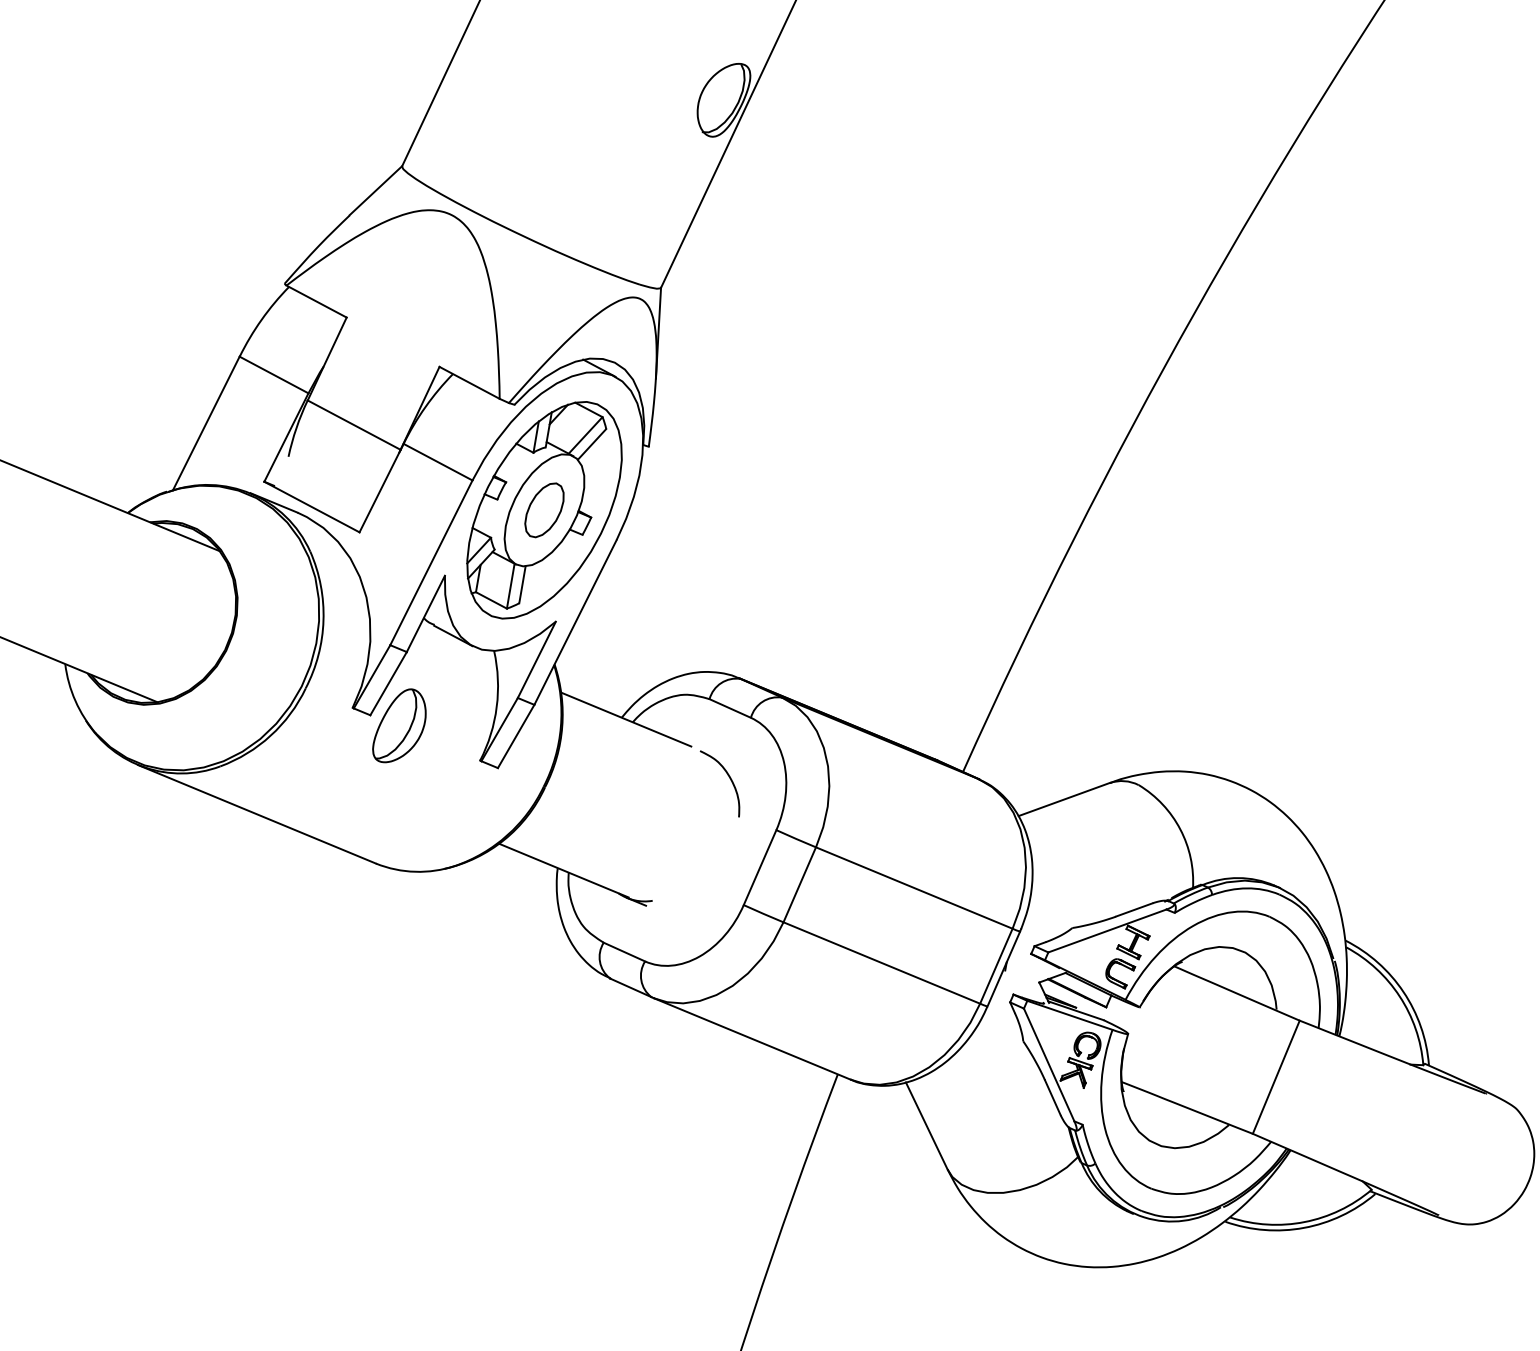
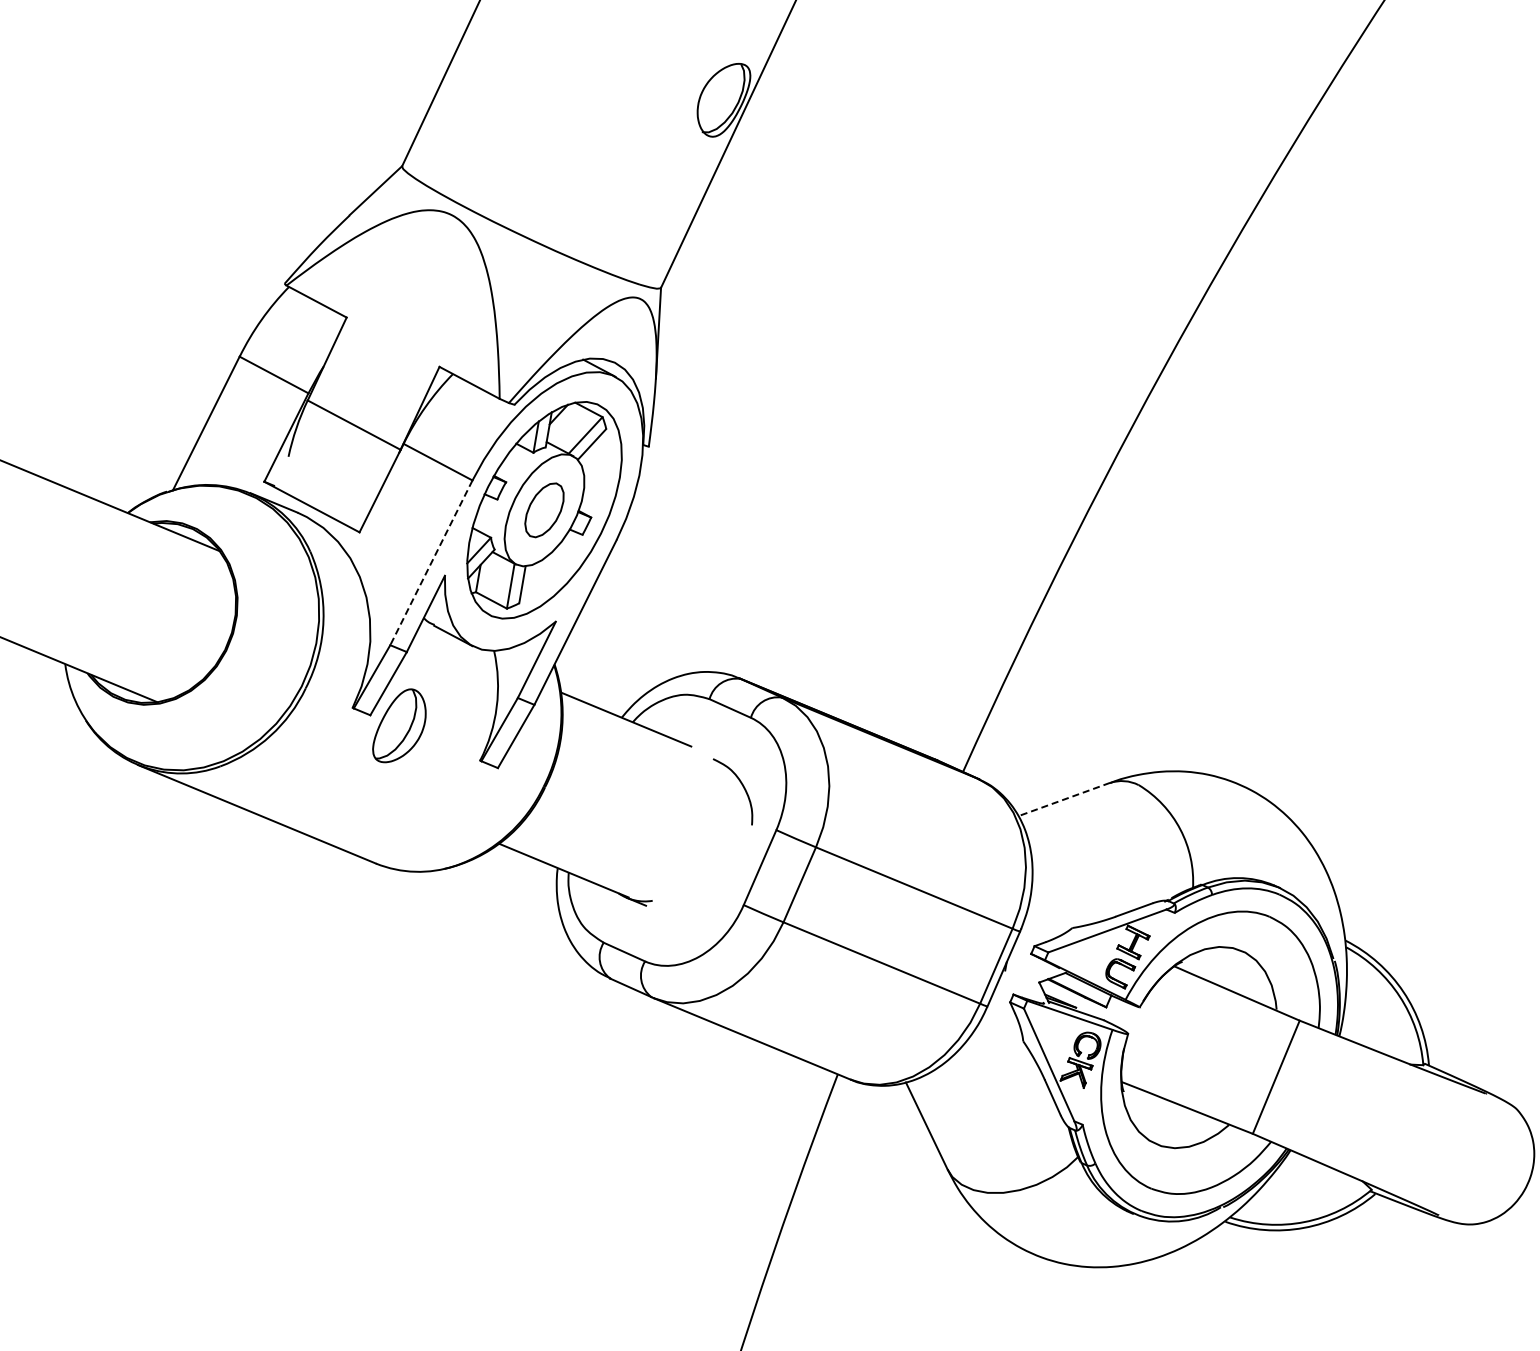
line at (431, 563): solid -> dashed
curve at (729, 778) position: (729, 778) -> (742, 786)
line at (1064, 799): solid -> dashed
